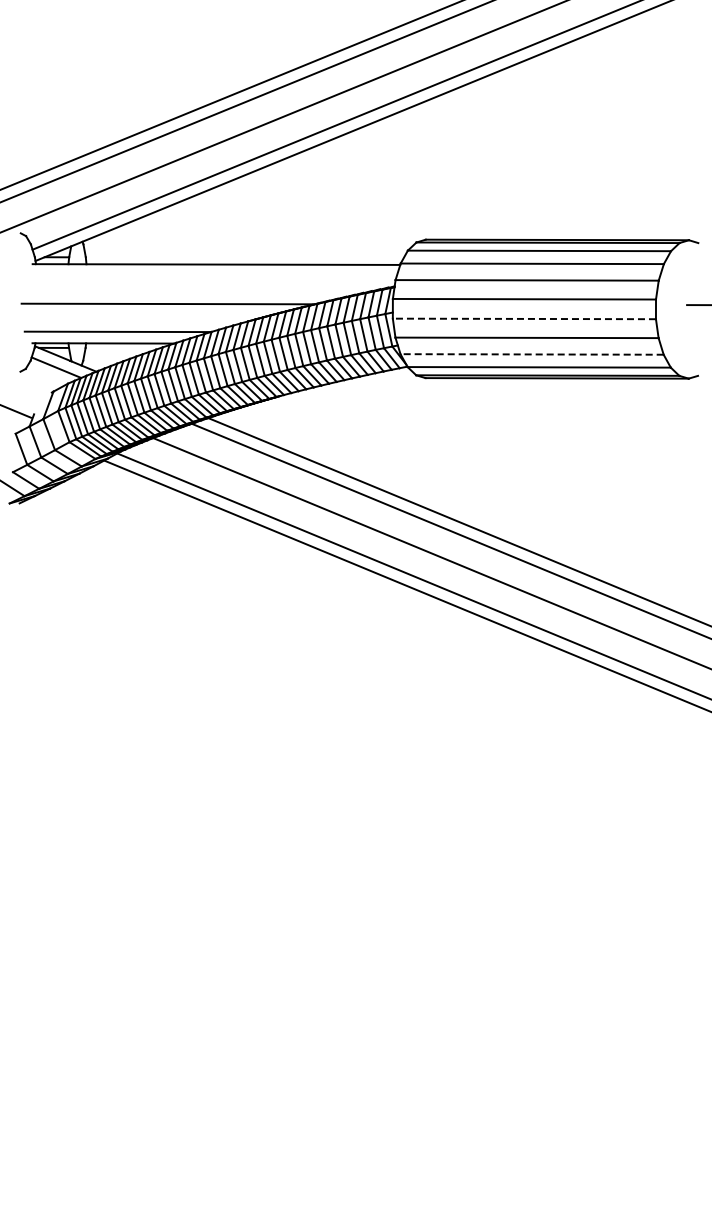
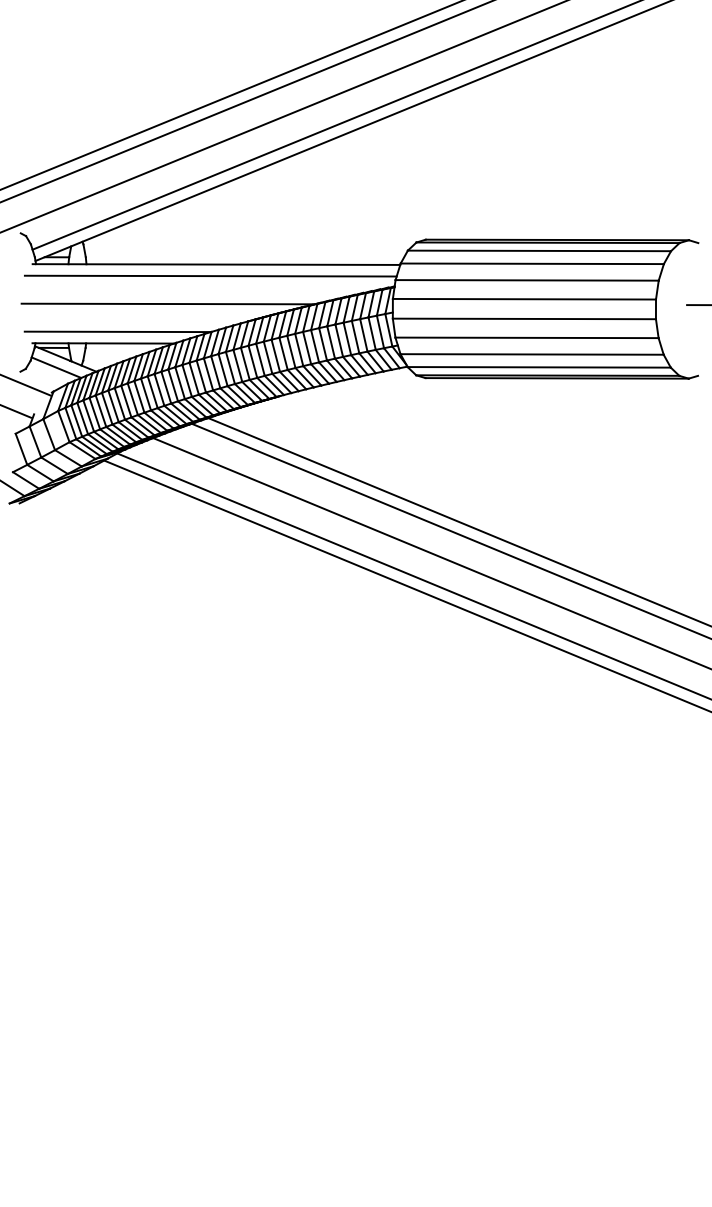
line at (210, 275): none -> present
line at (524, 318): dashed -> solid
line at (532, 354): dashed -> solid
line at (26, 385): none -> present
